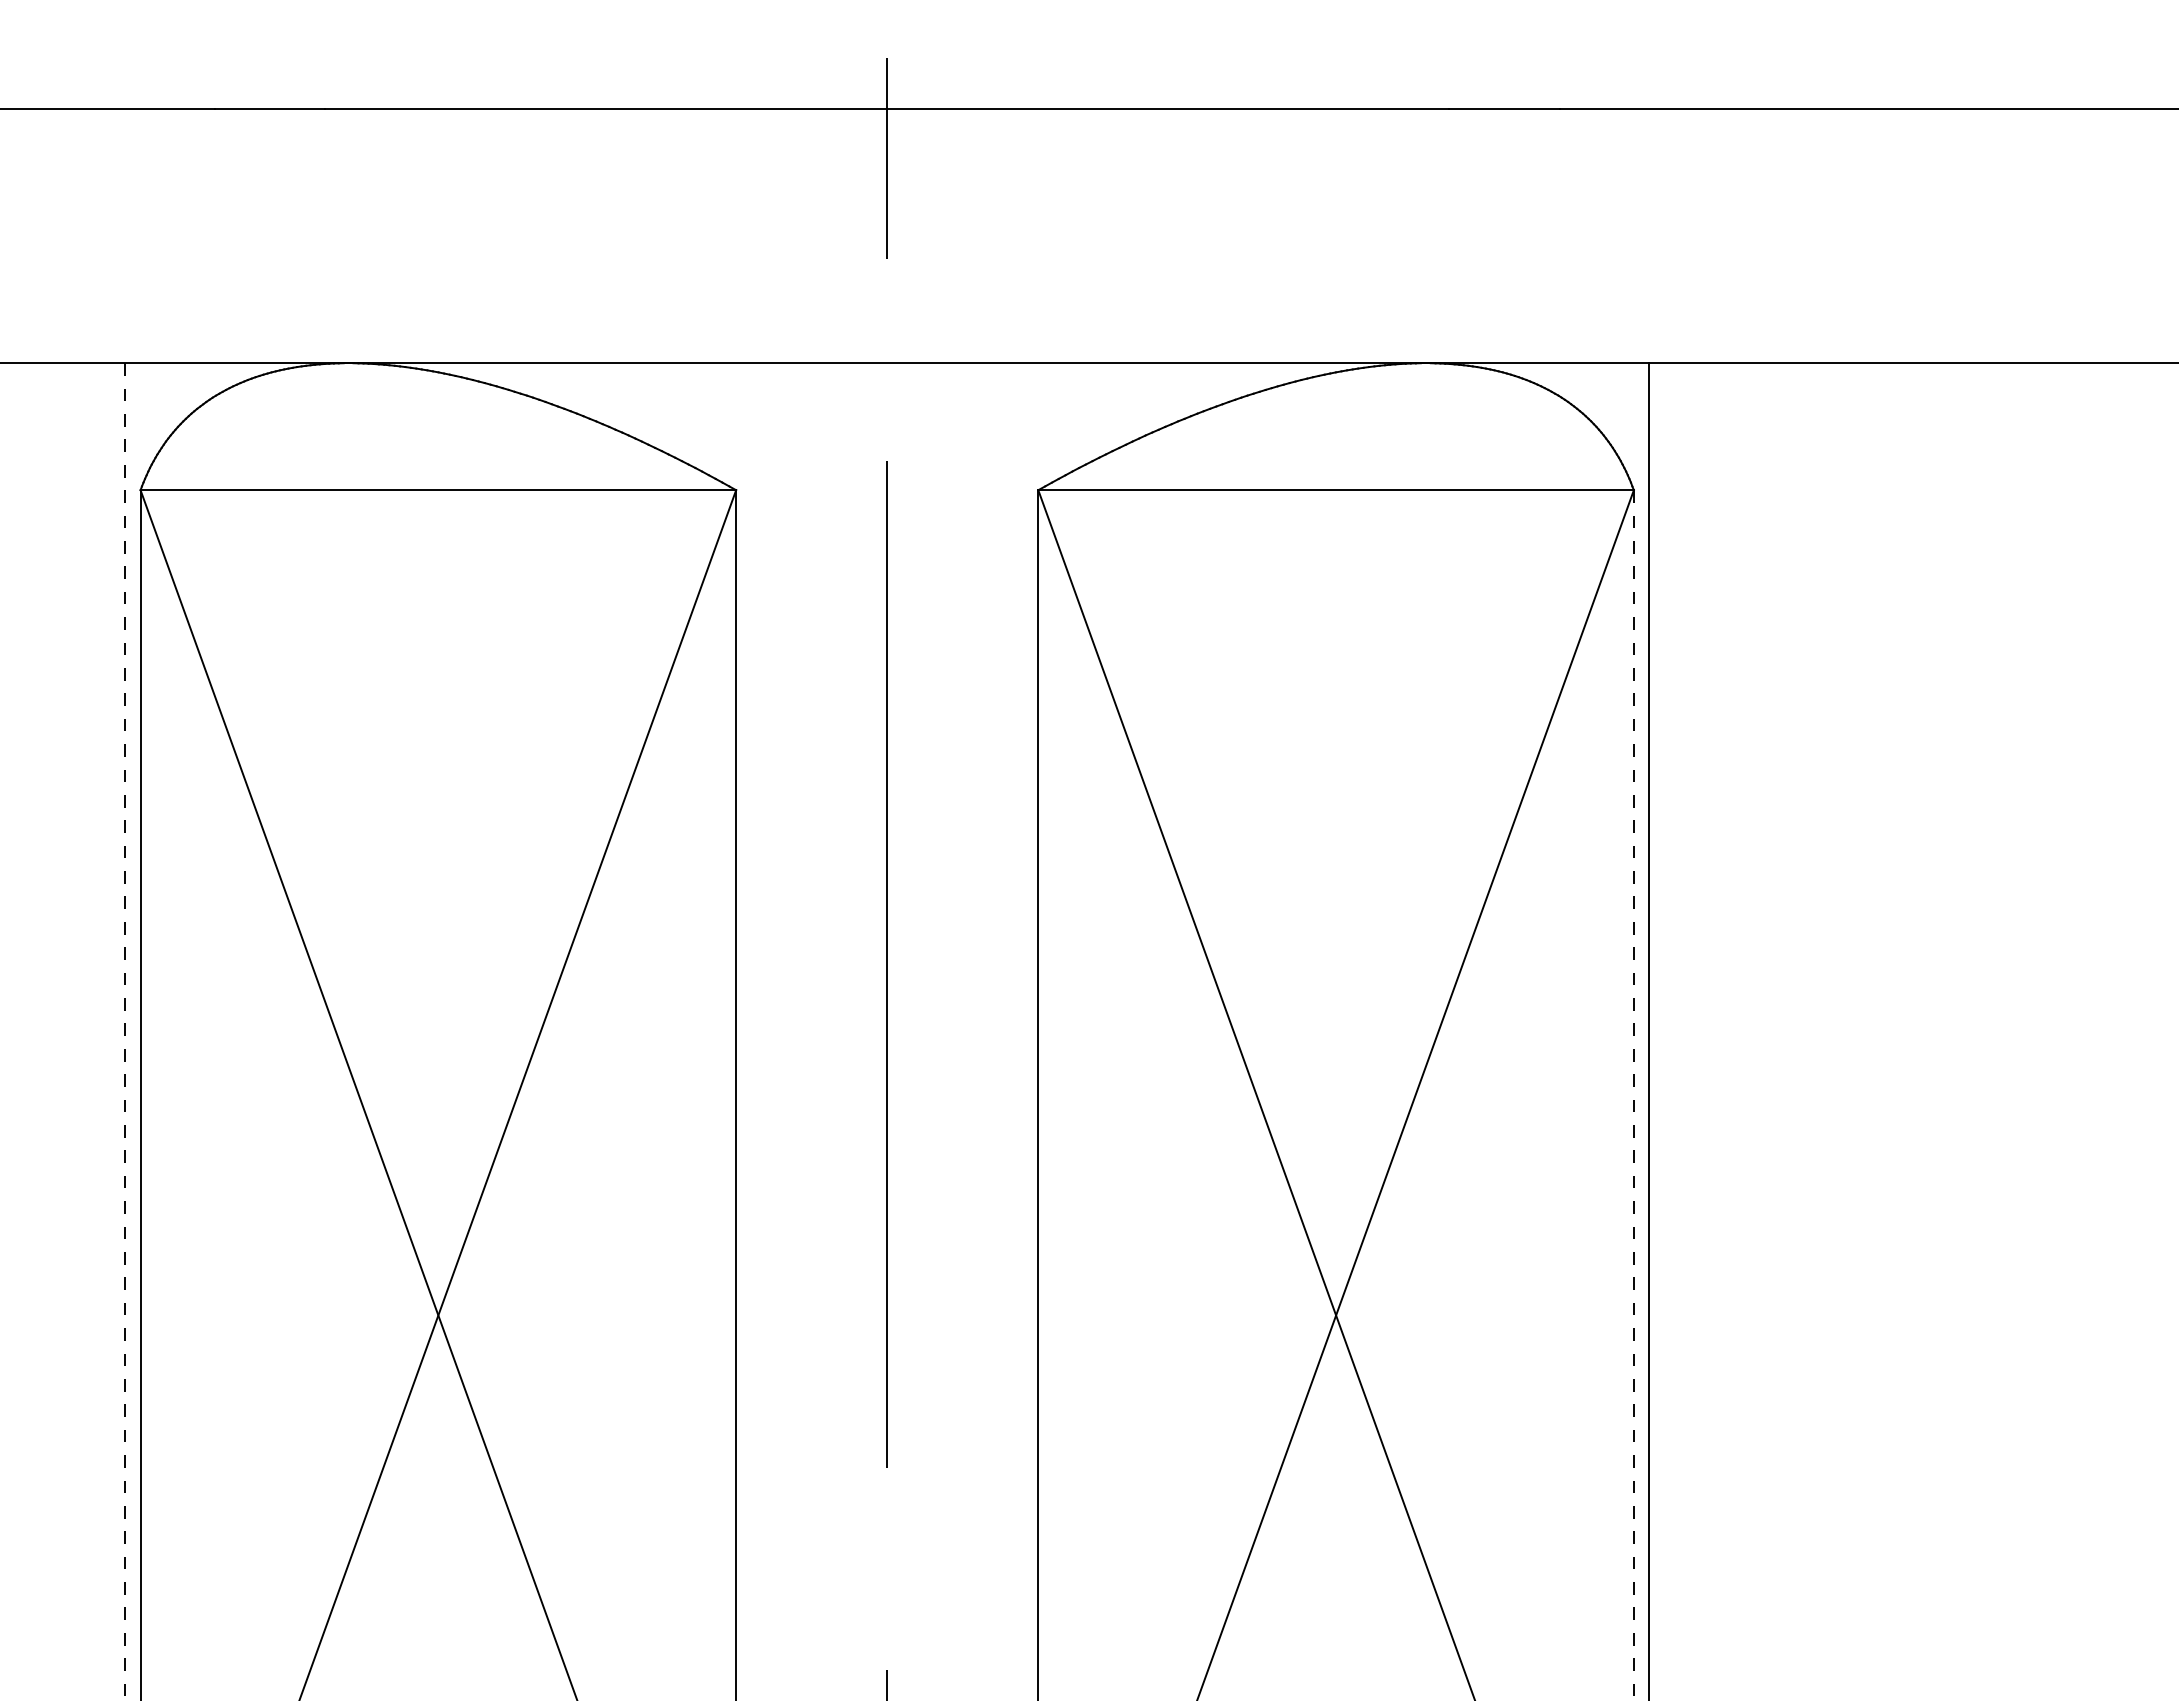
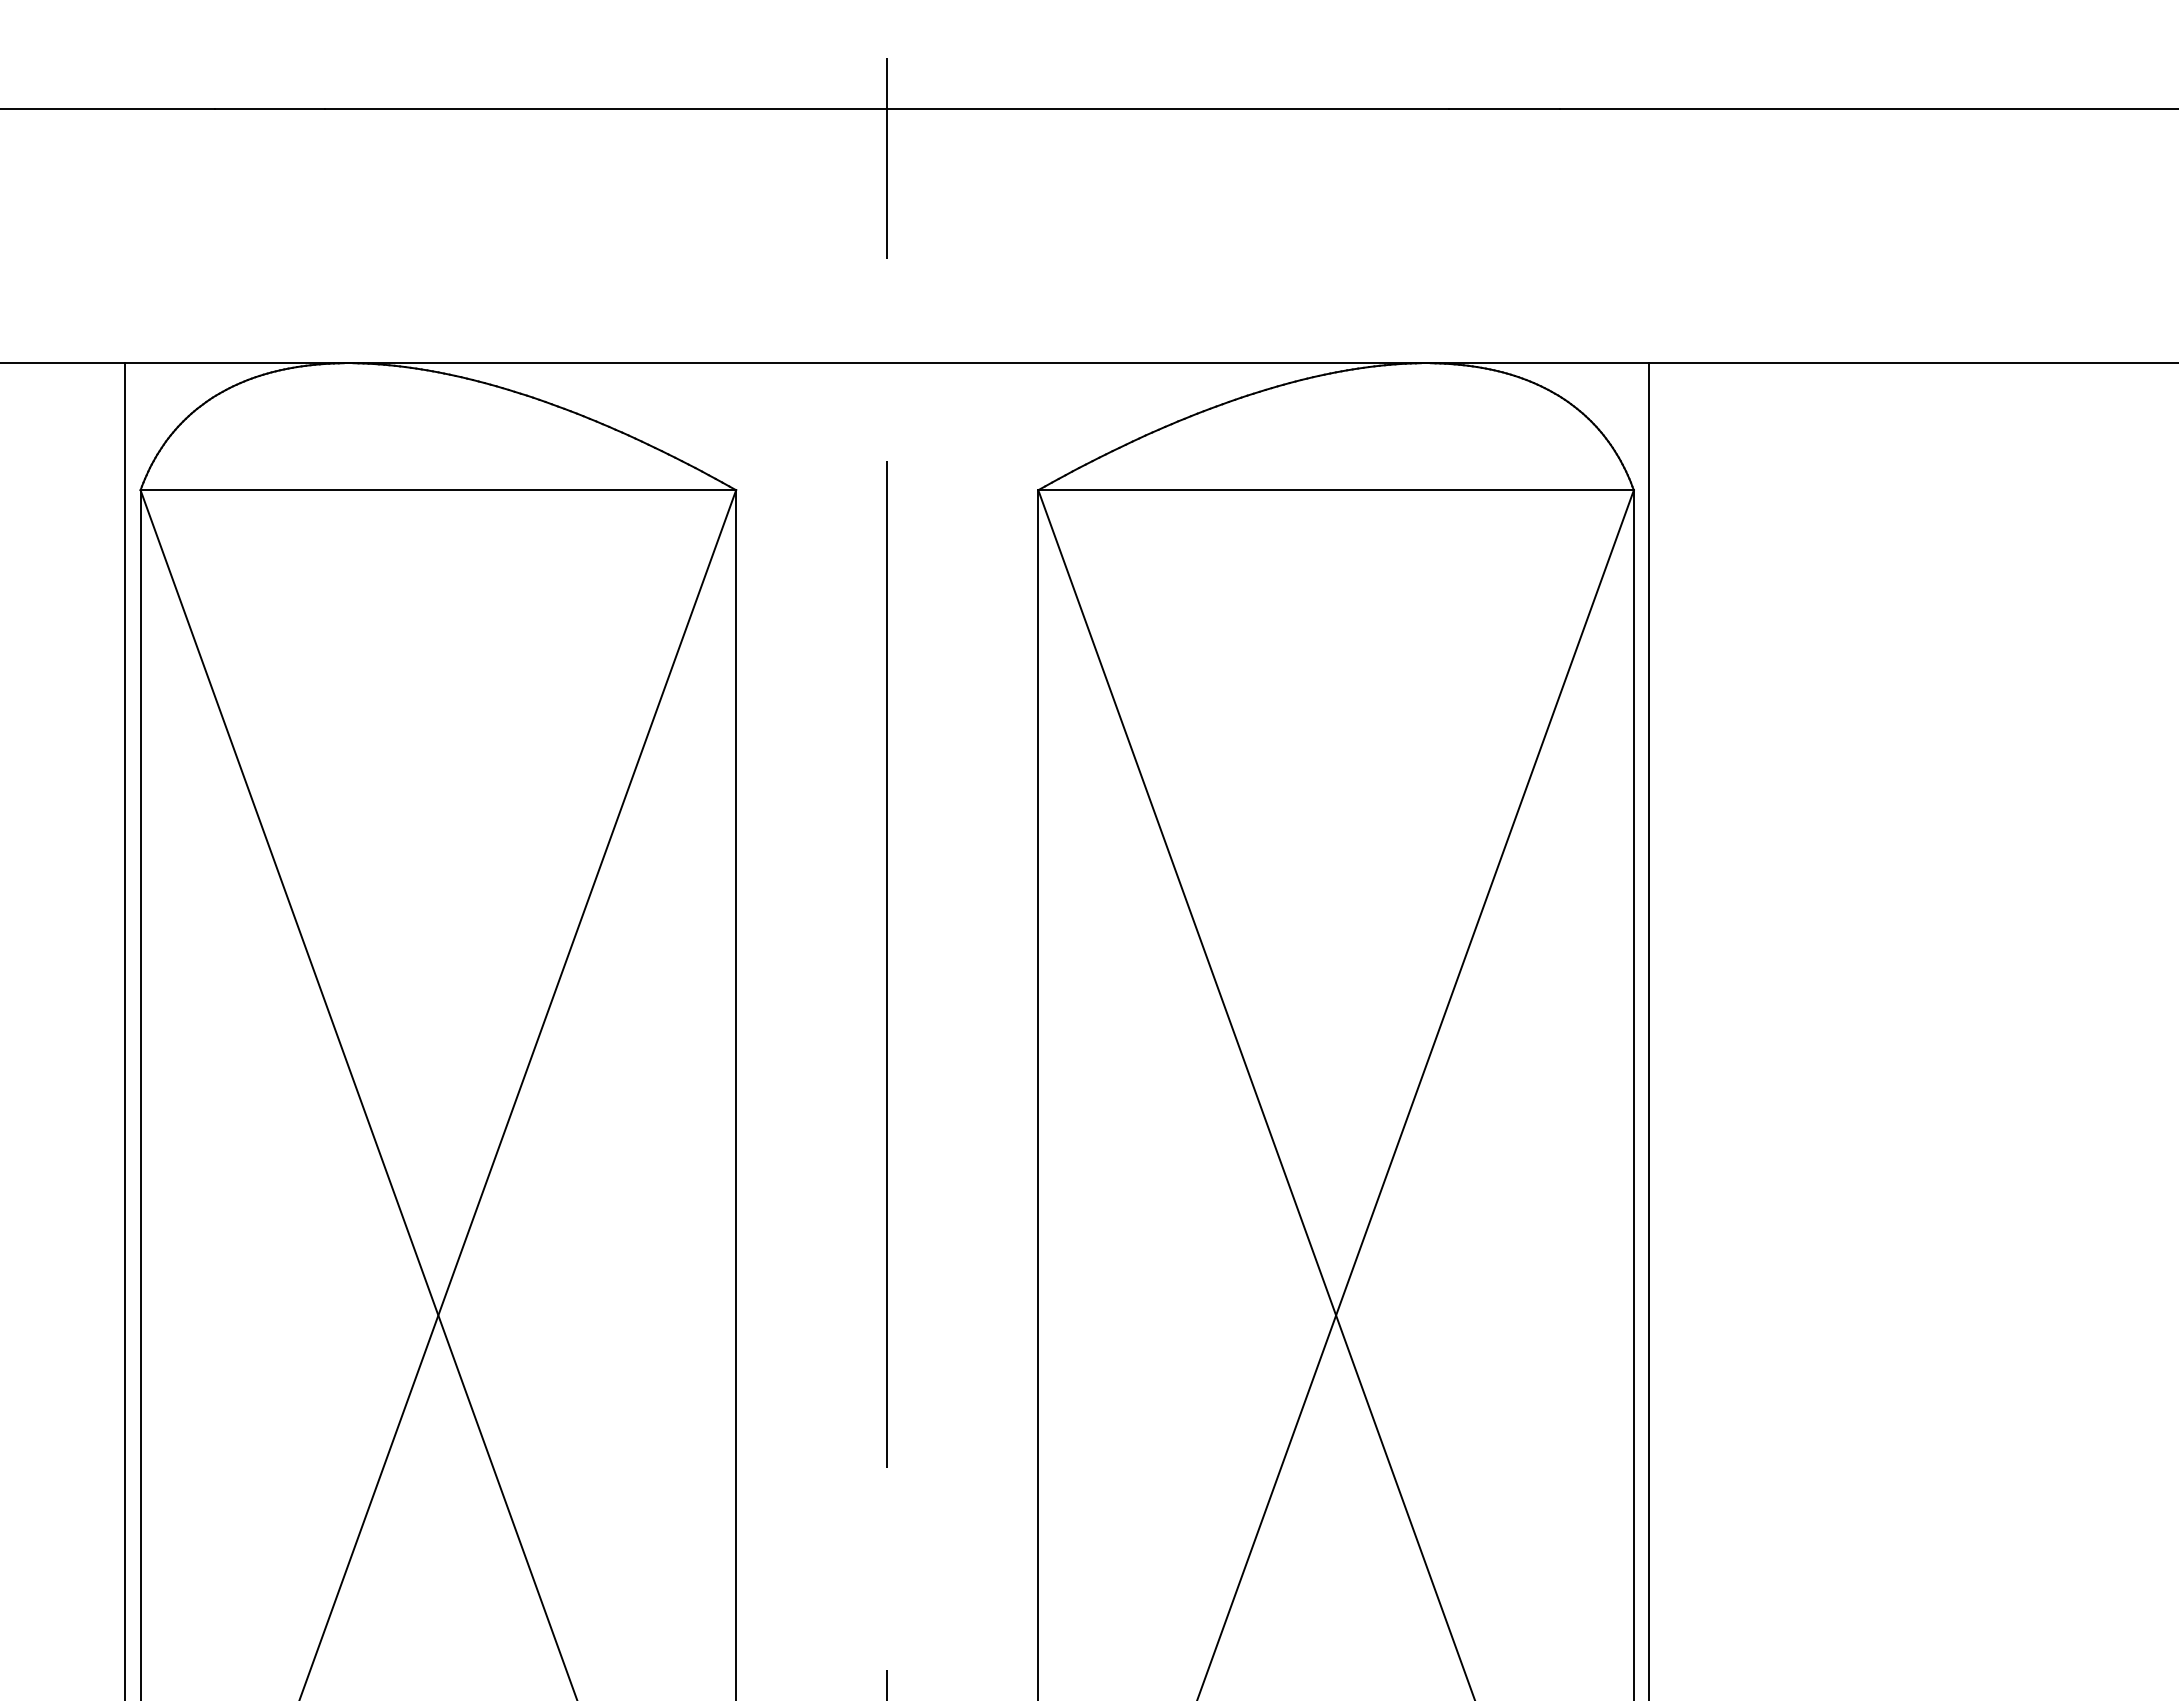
line at (125, 1032): dashed -> solid
line at (1633, 1096): dashed -> solid
